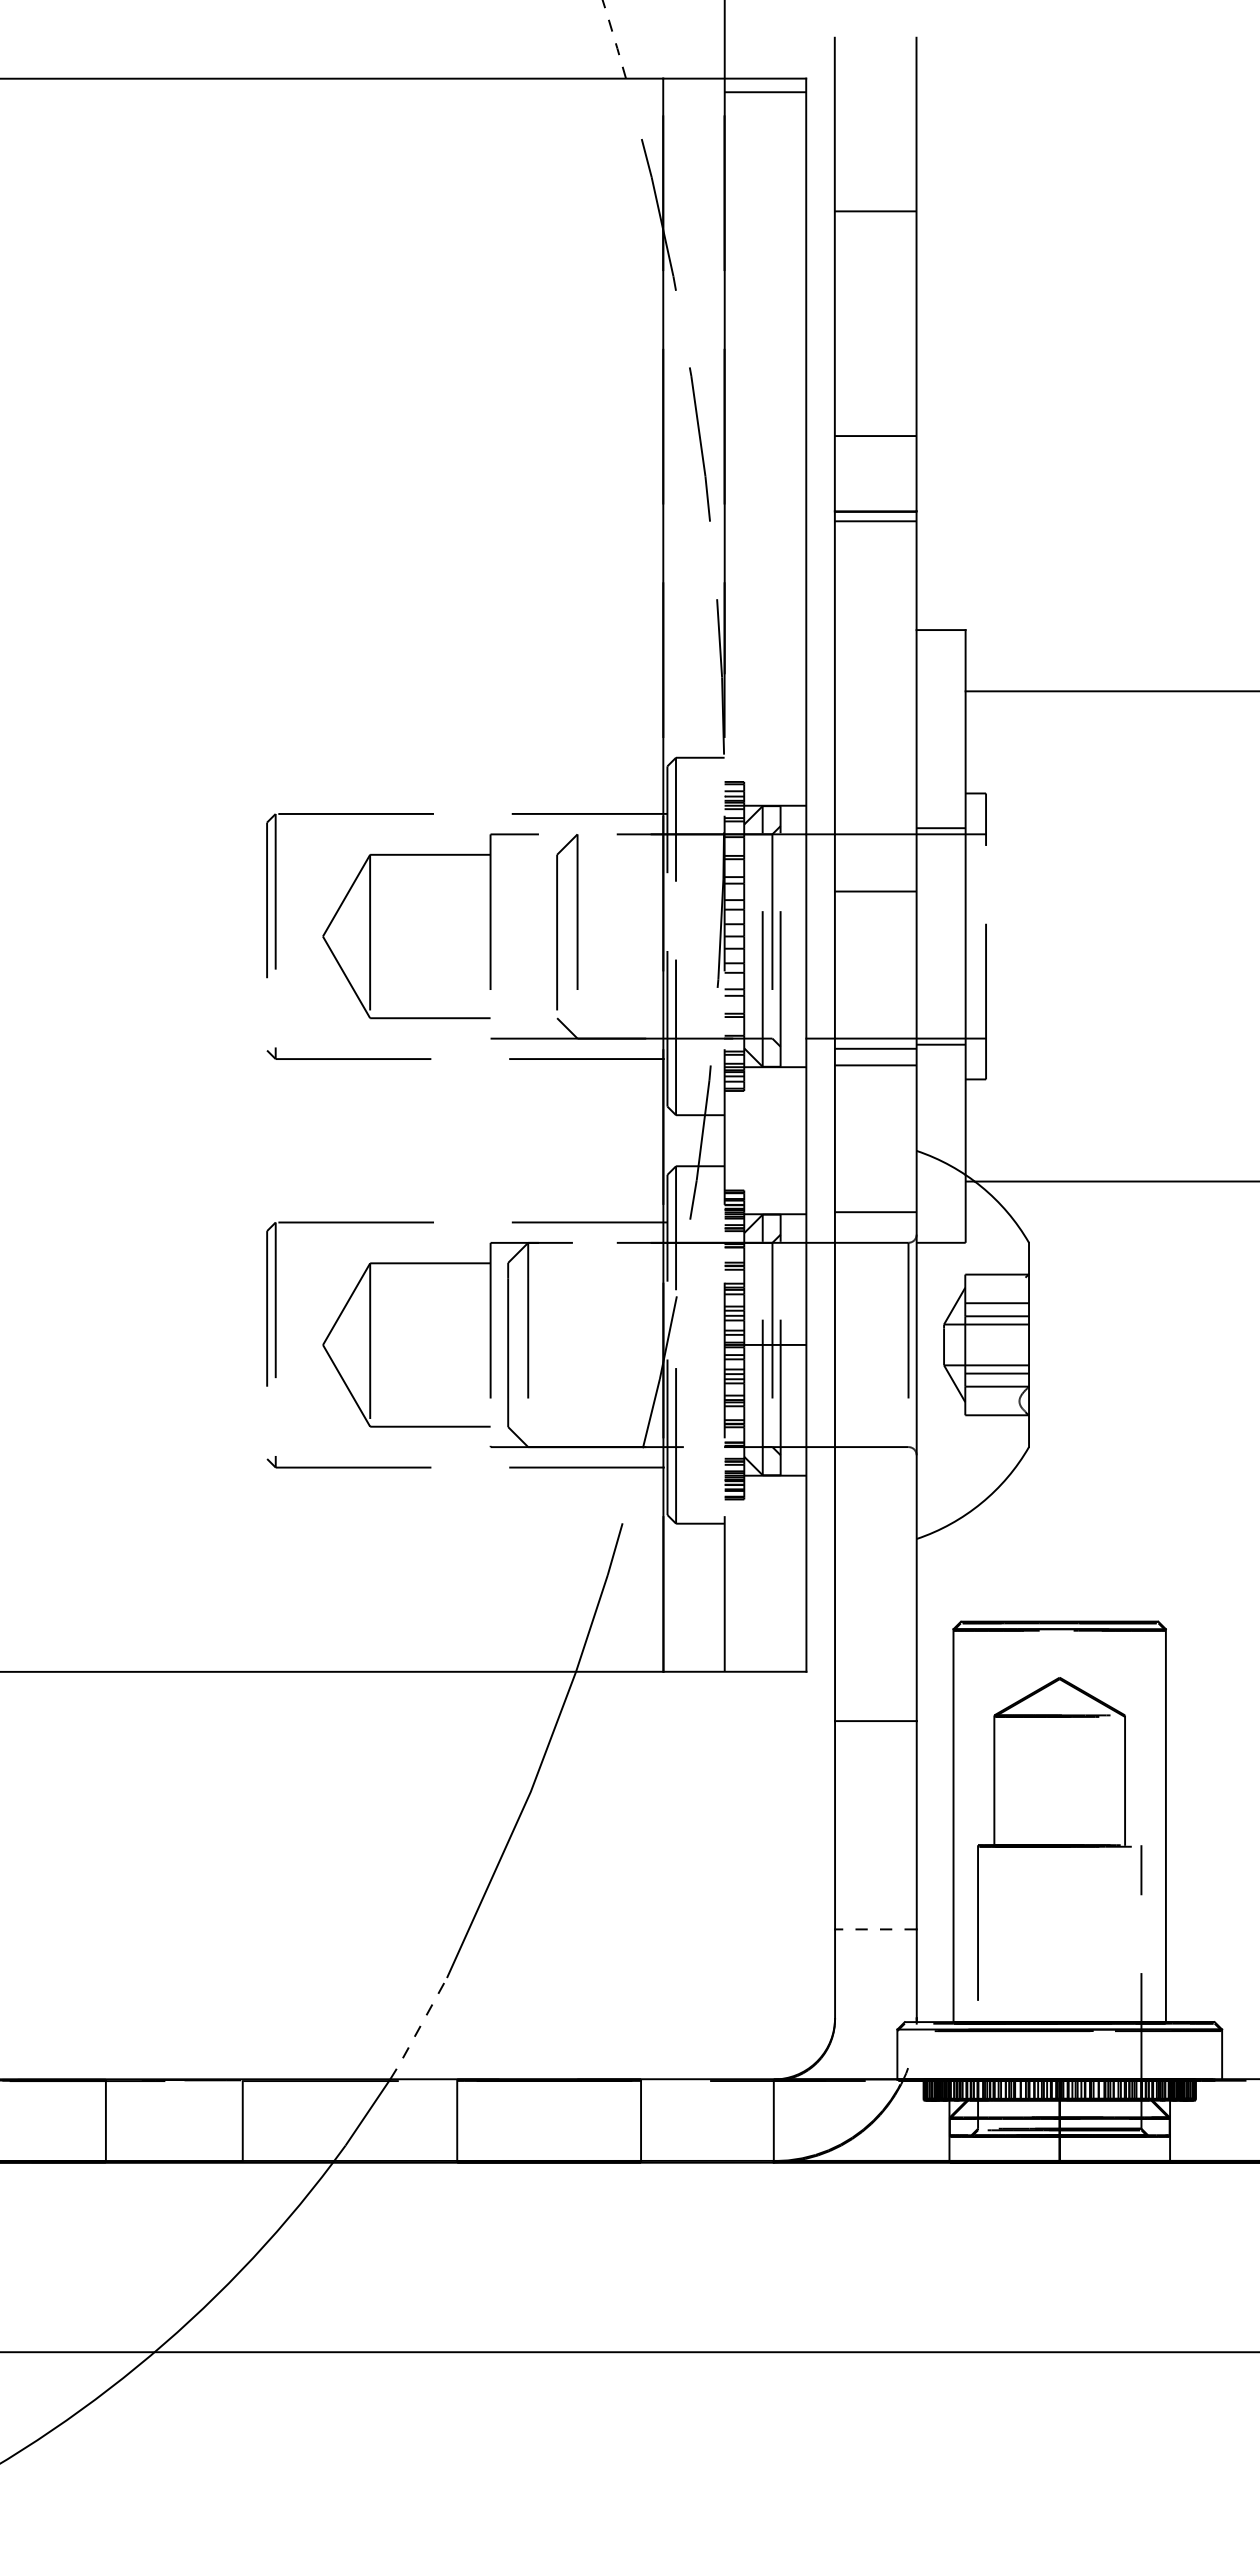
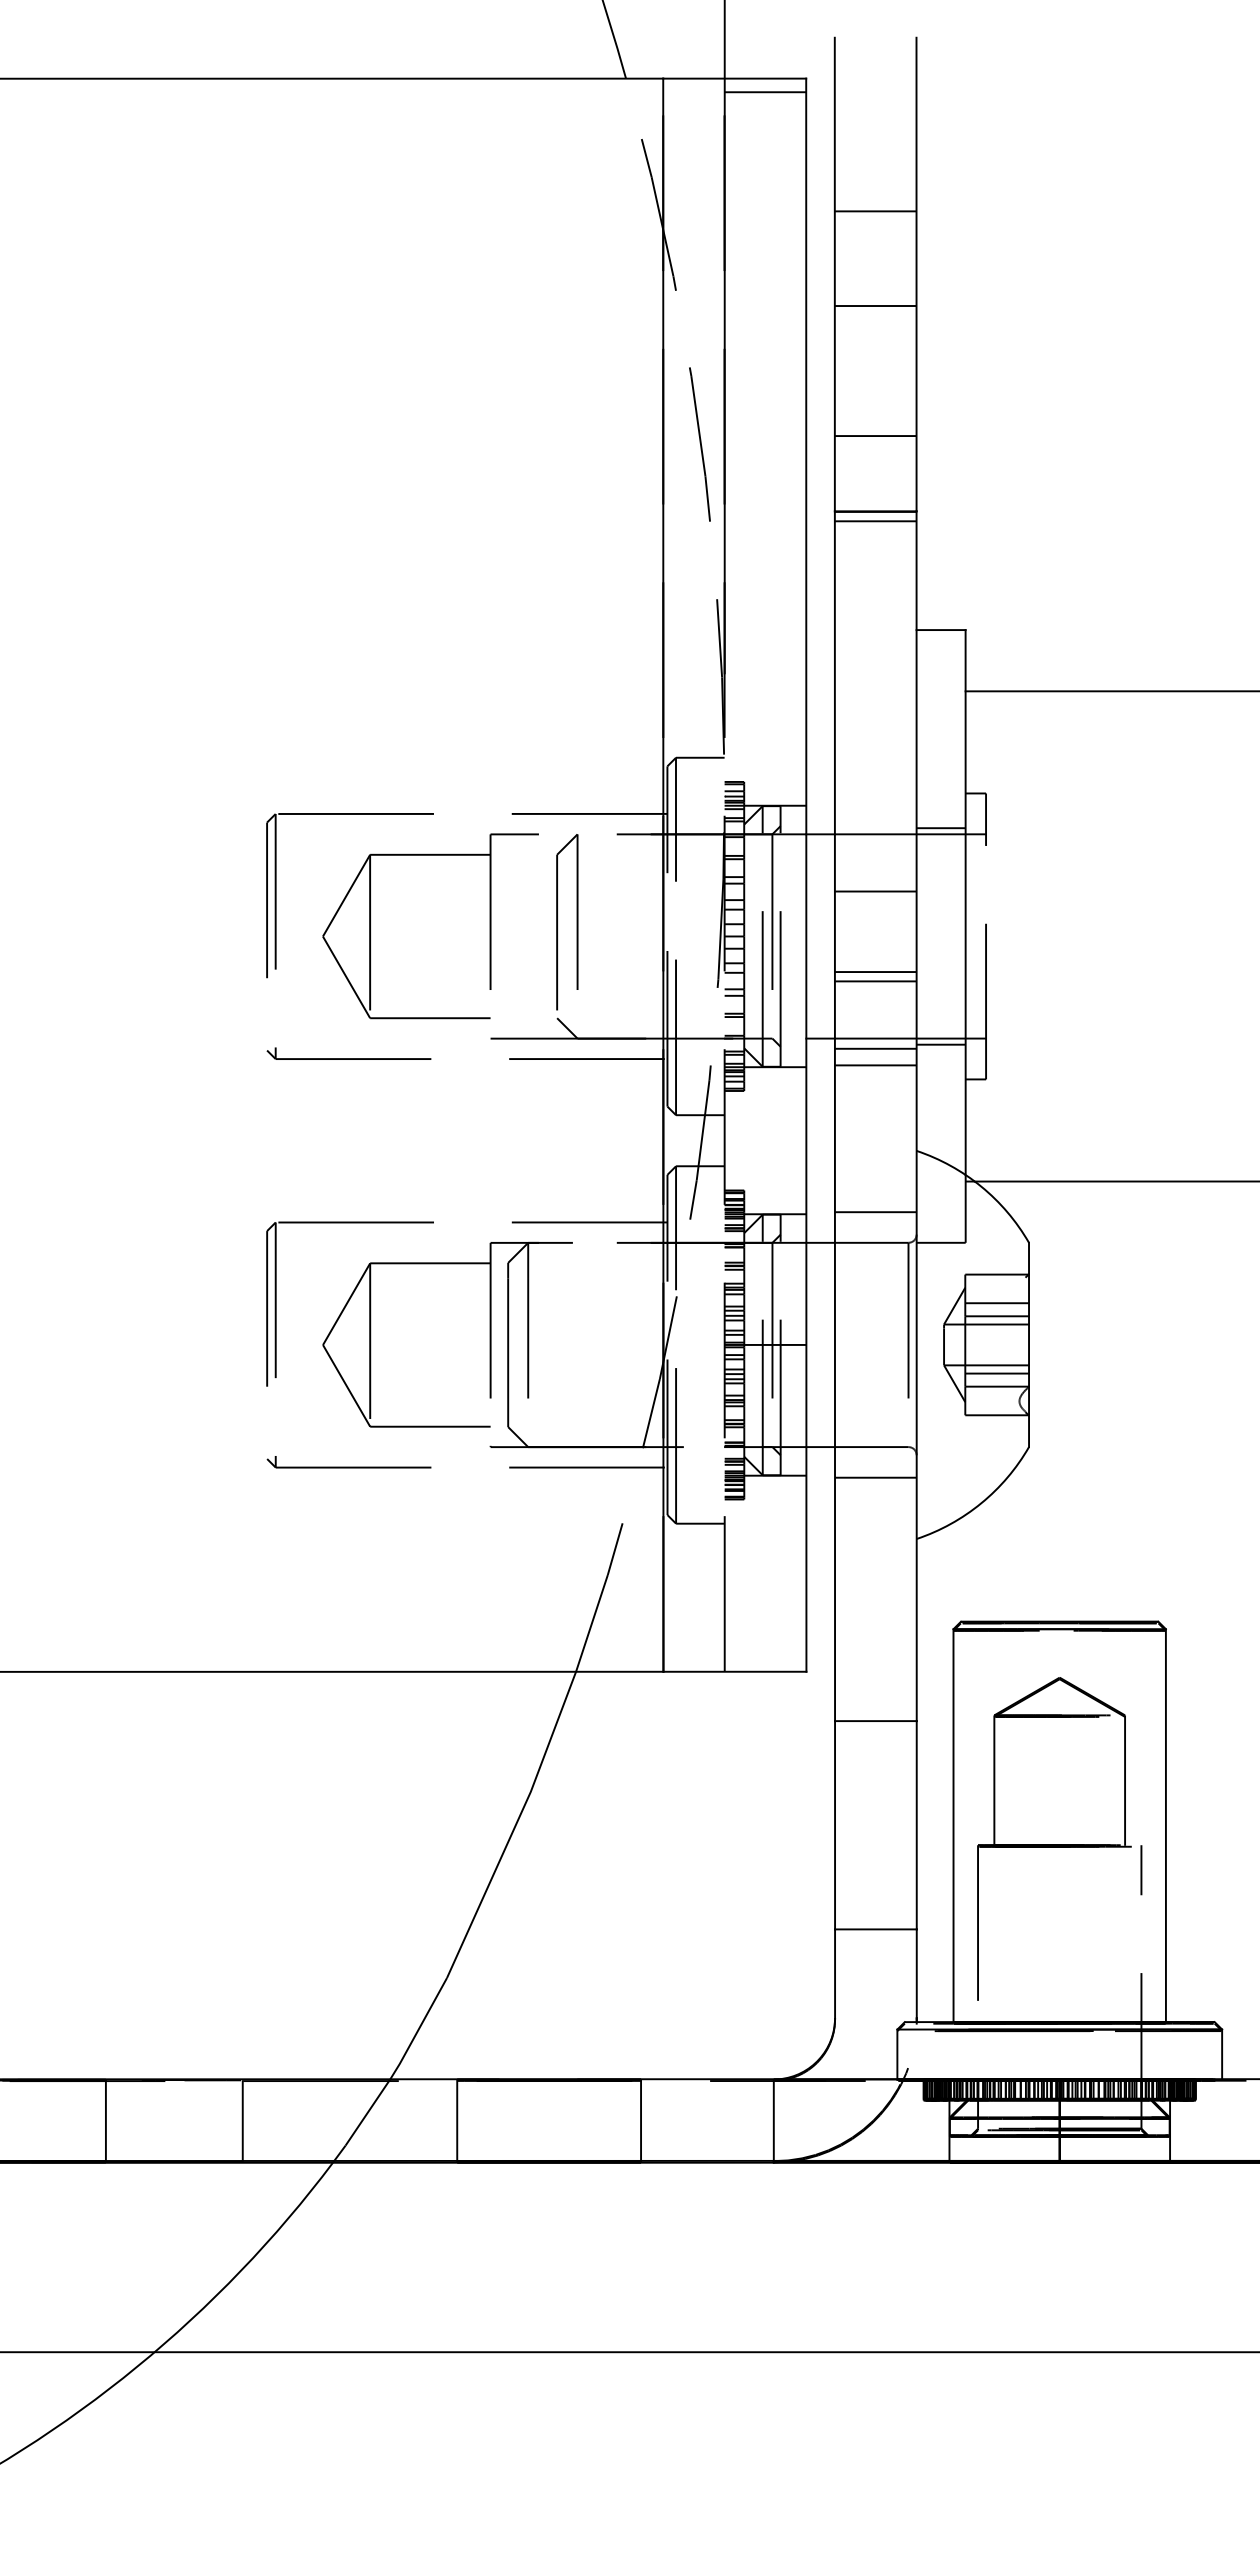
arc at (614, 39): dashed -> solid
line at (875, 306): none -> present
line at (875, 972): none -> present
line at (875, 981): none -> present
line at (875, 1477): none -> present
line at (875, 1929): dashed -> solid
line at (418, 2029): dashed -> solid
